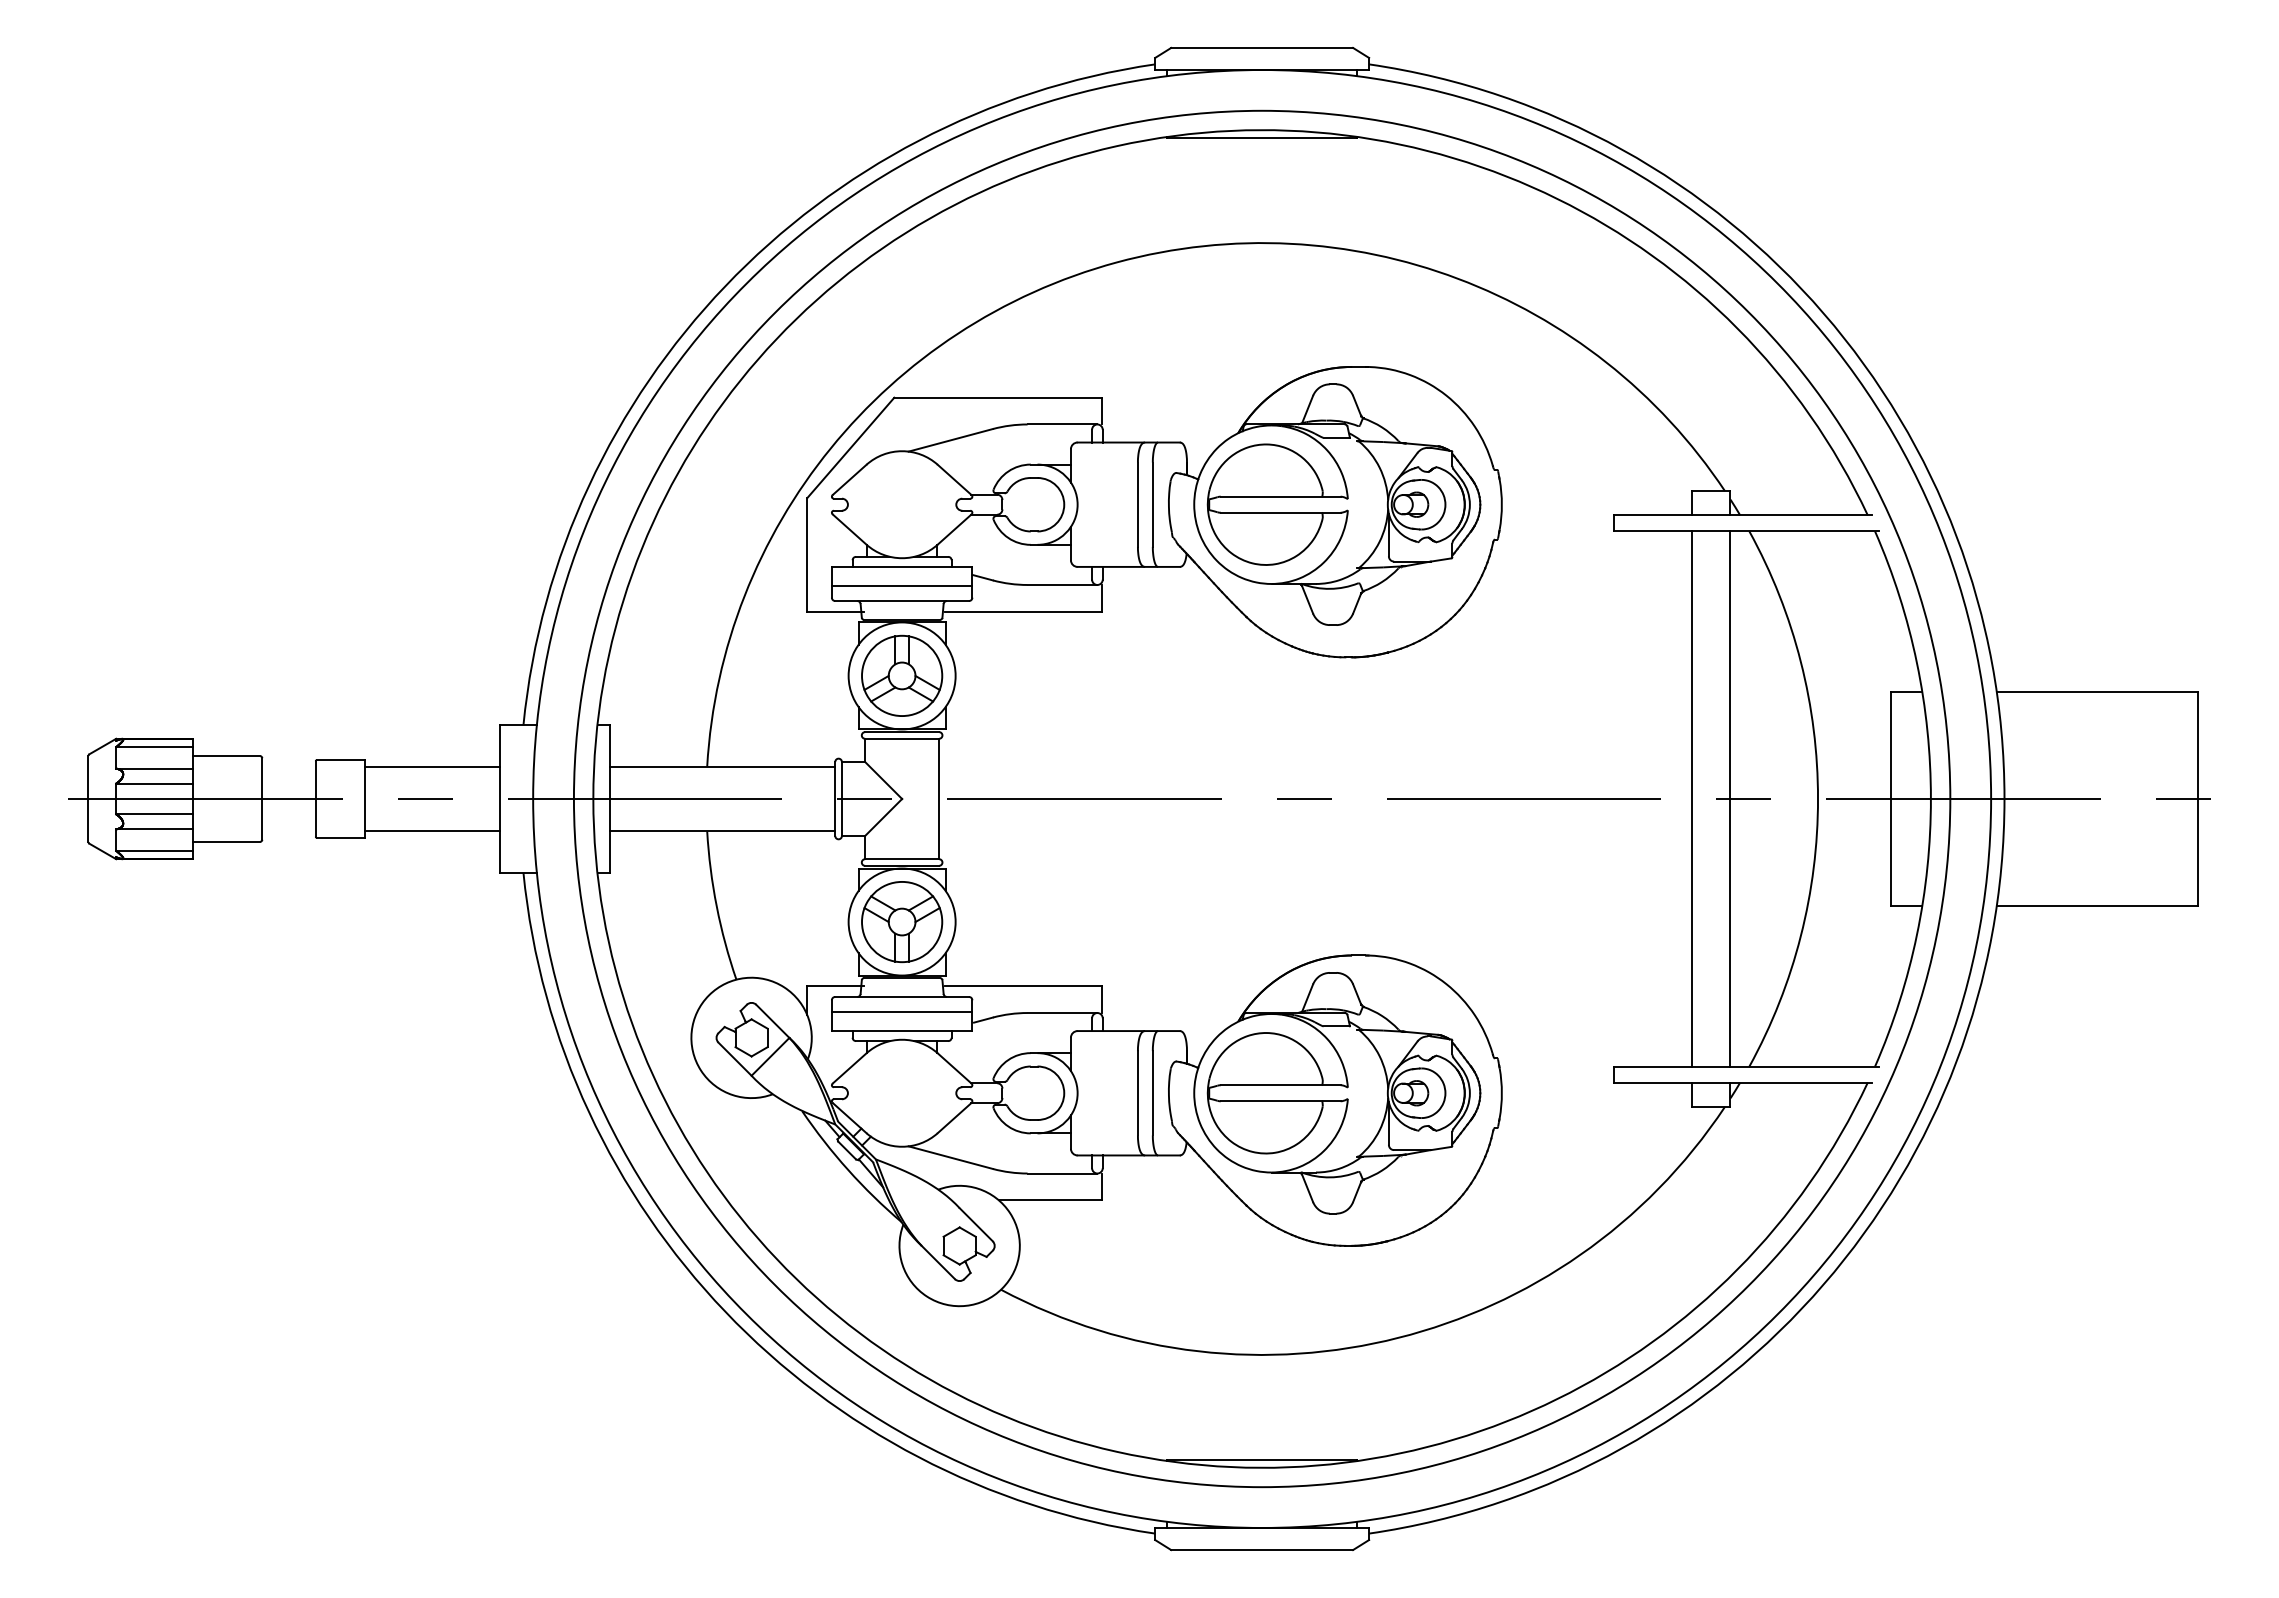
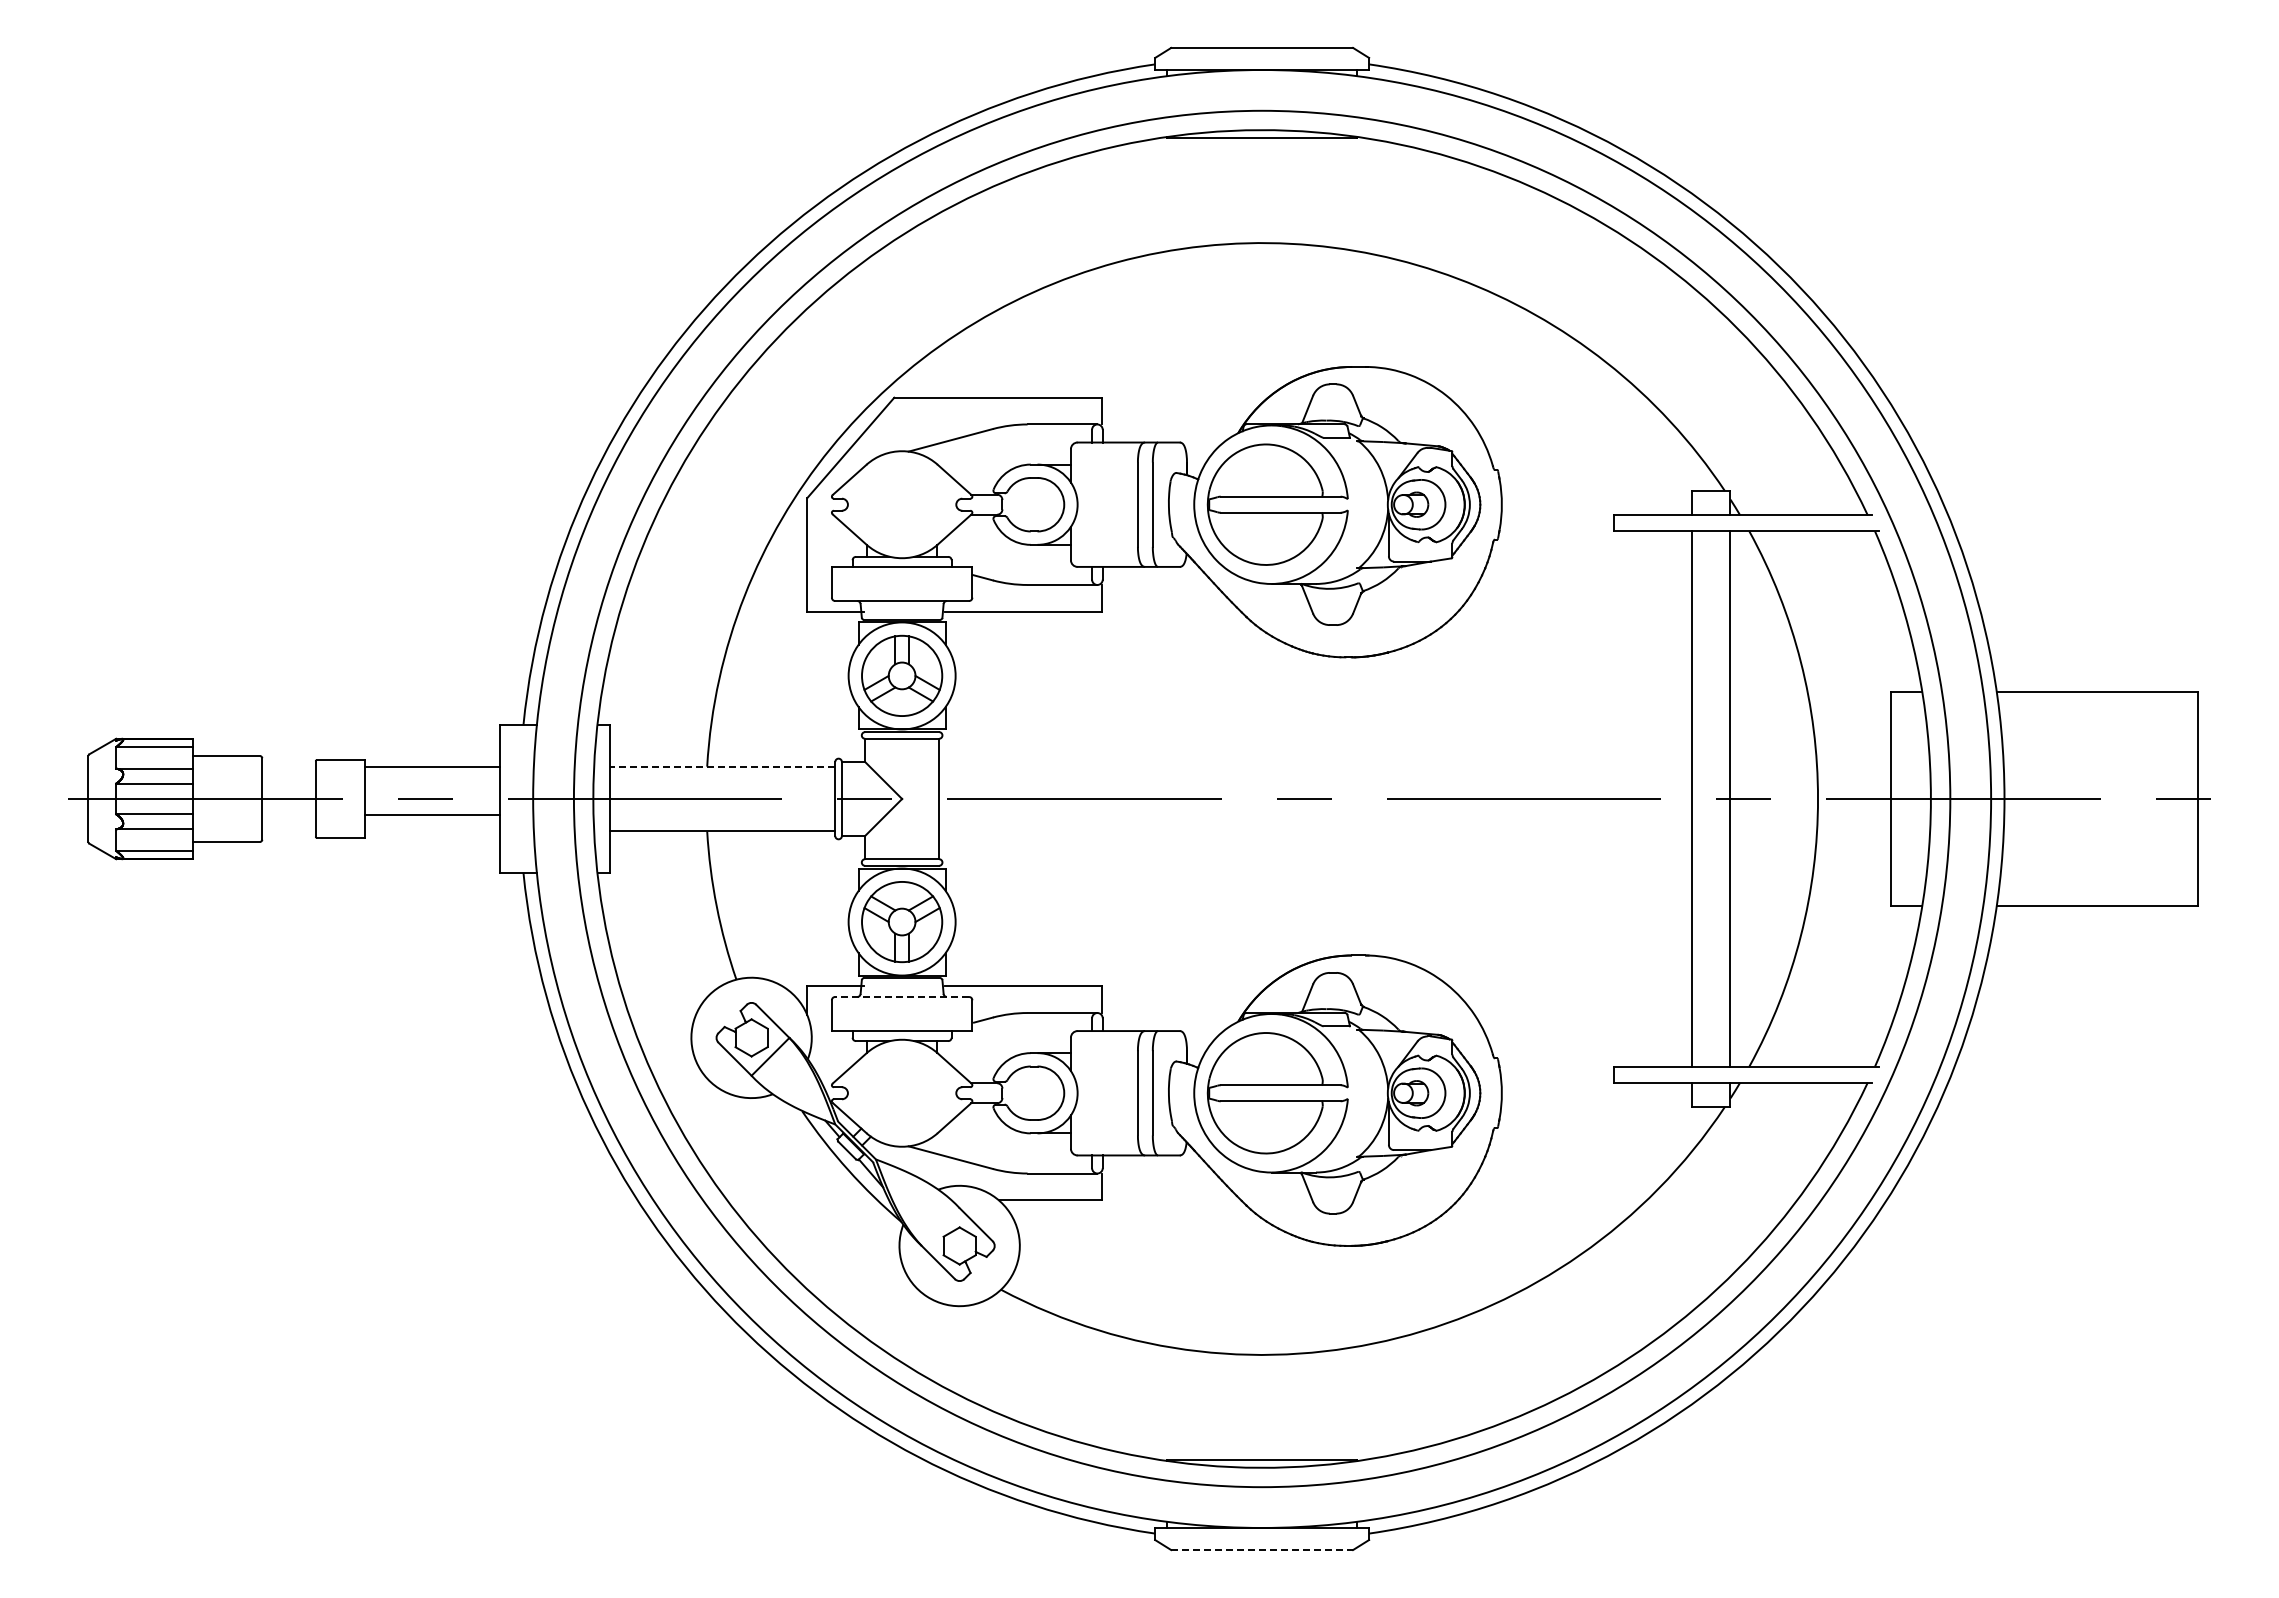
line at (901, 586): present -> none
line at (722, 766): solid -> dashed
line at (432, 831) position: (432, 831) -> (432, 815)
line at (902, 996): solid -> dashed
line at (901, 1011): present -> none
line at (1262, 1550): solid -> dashed
